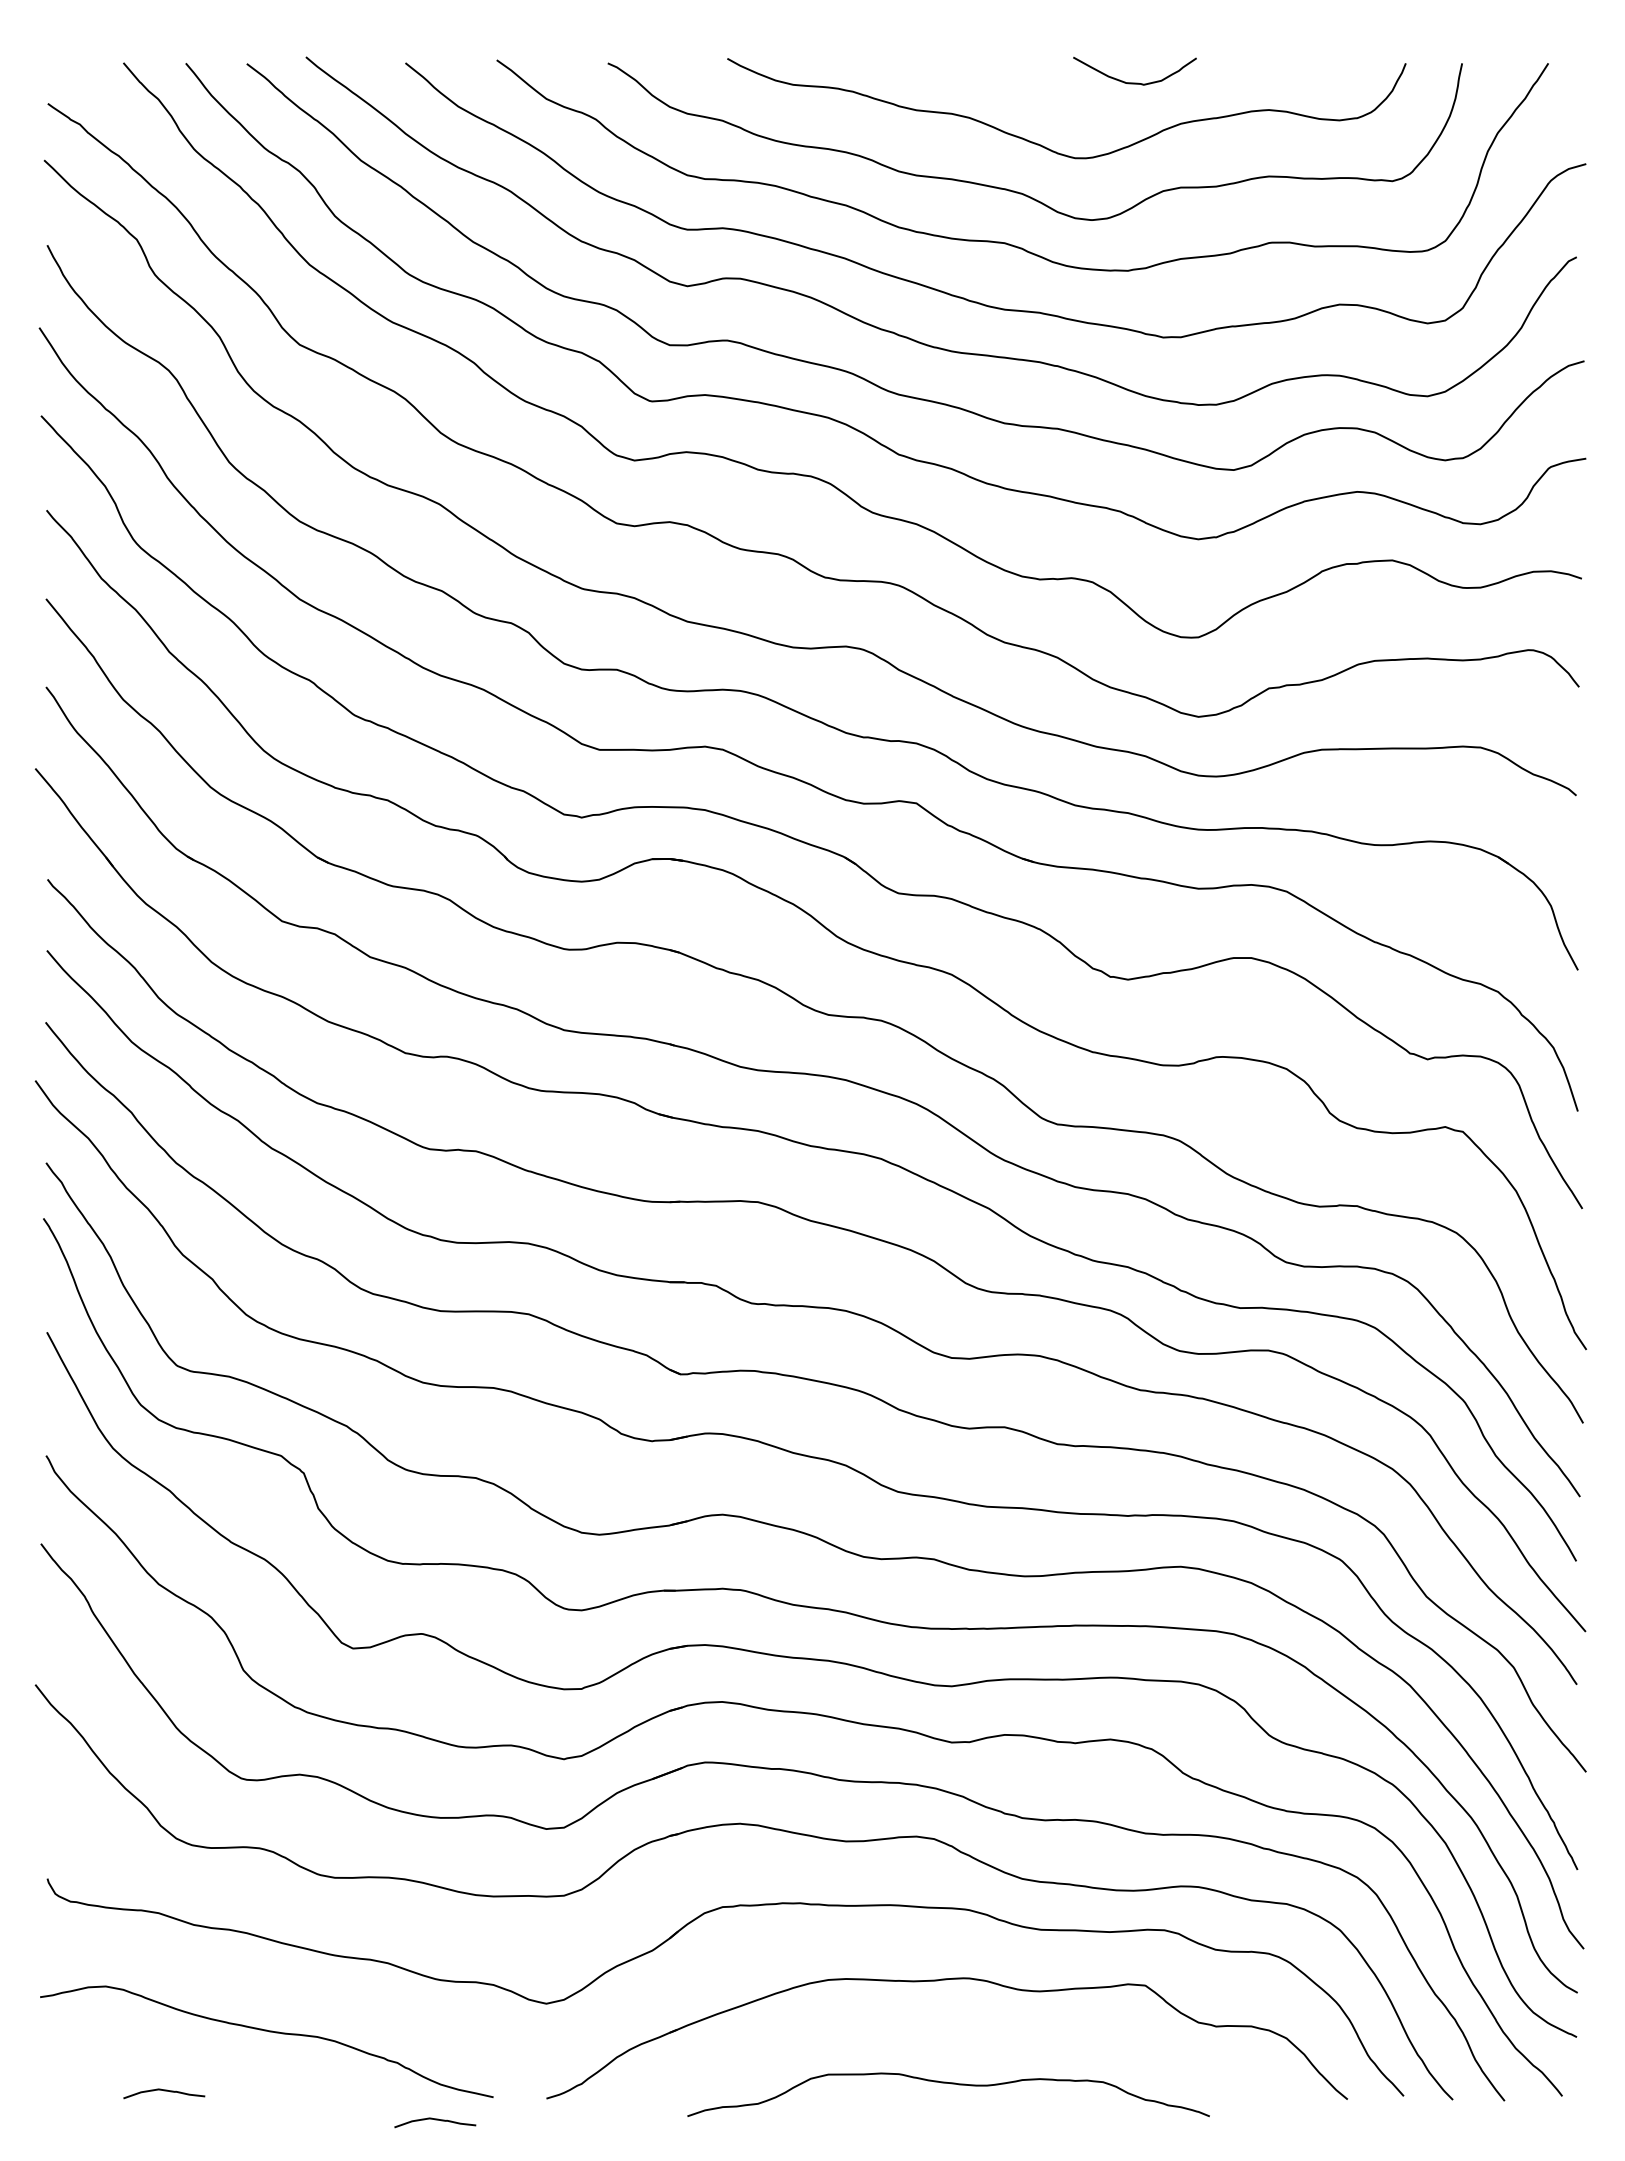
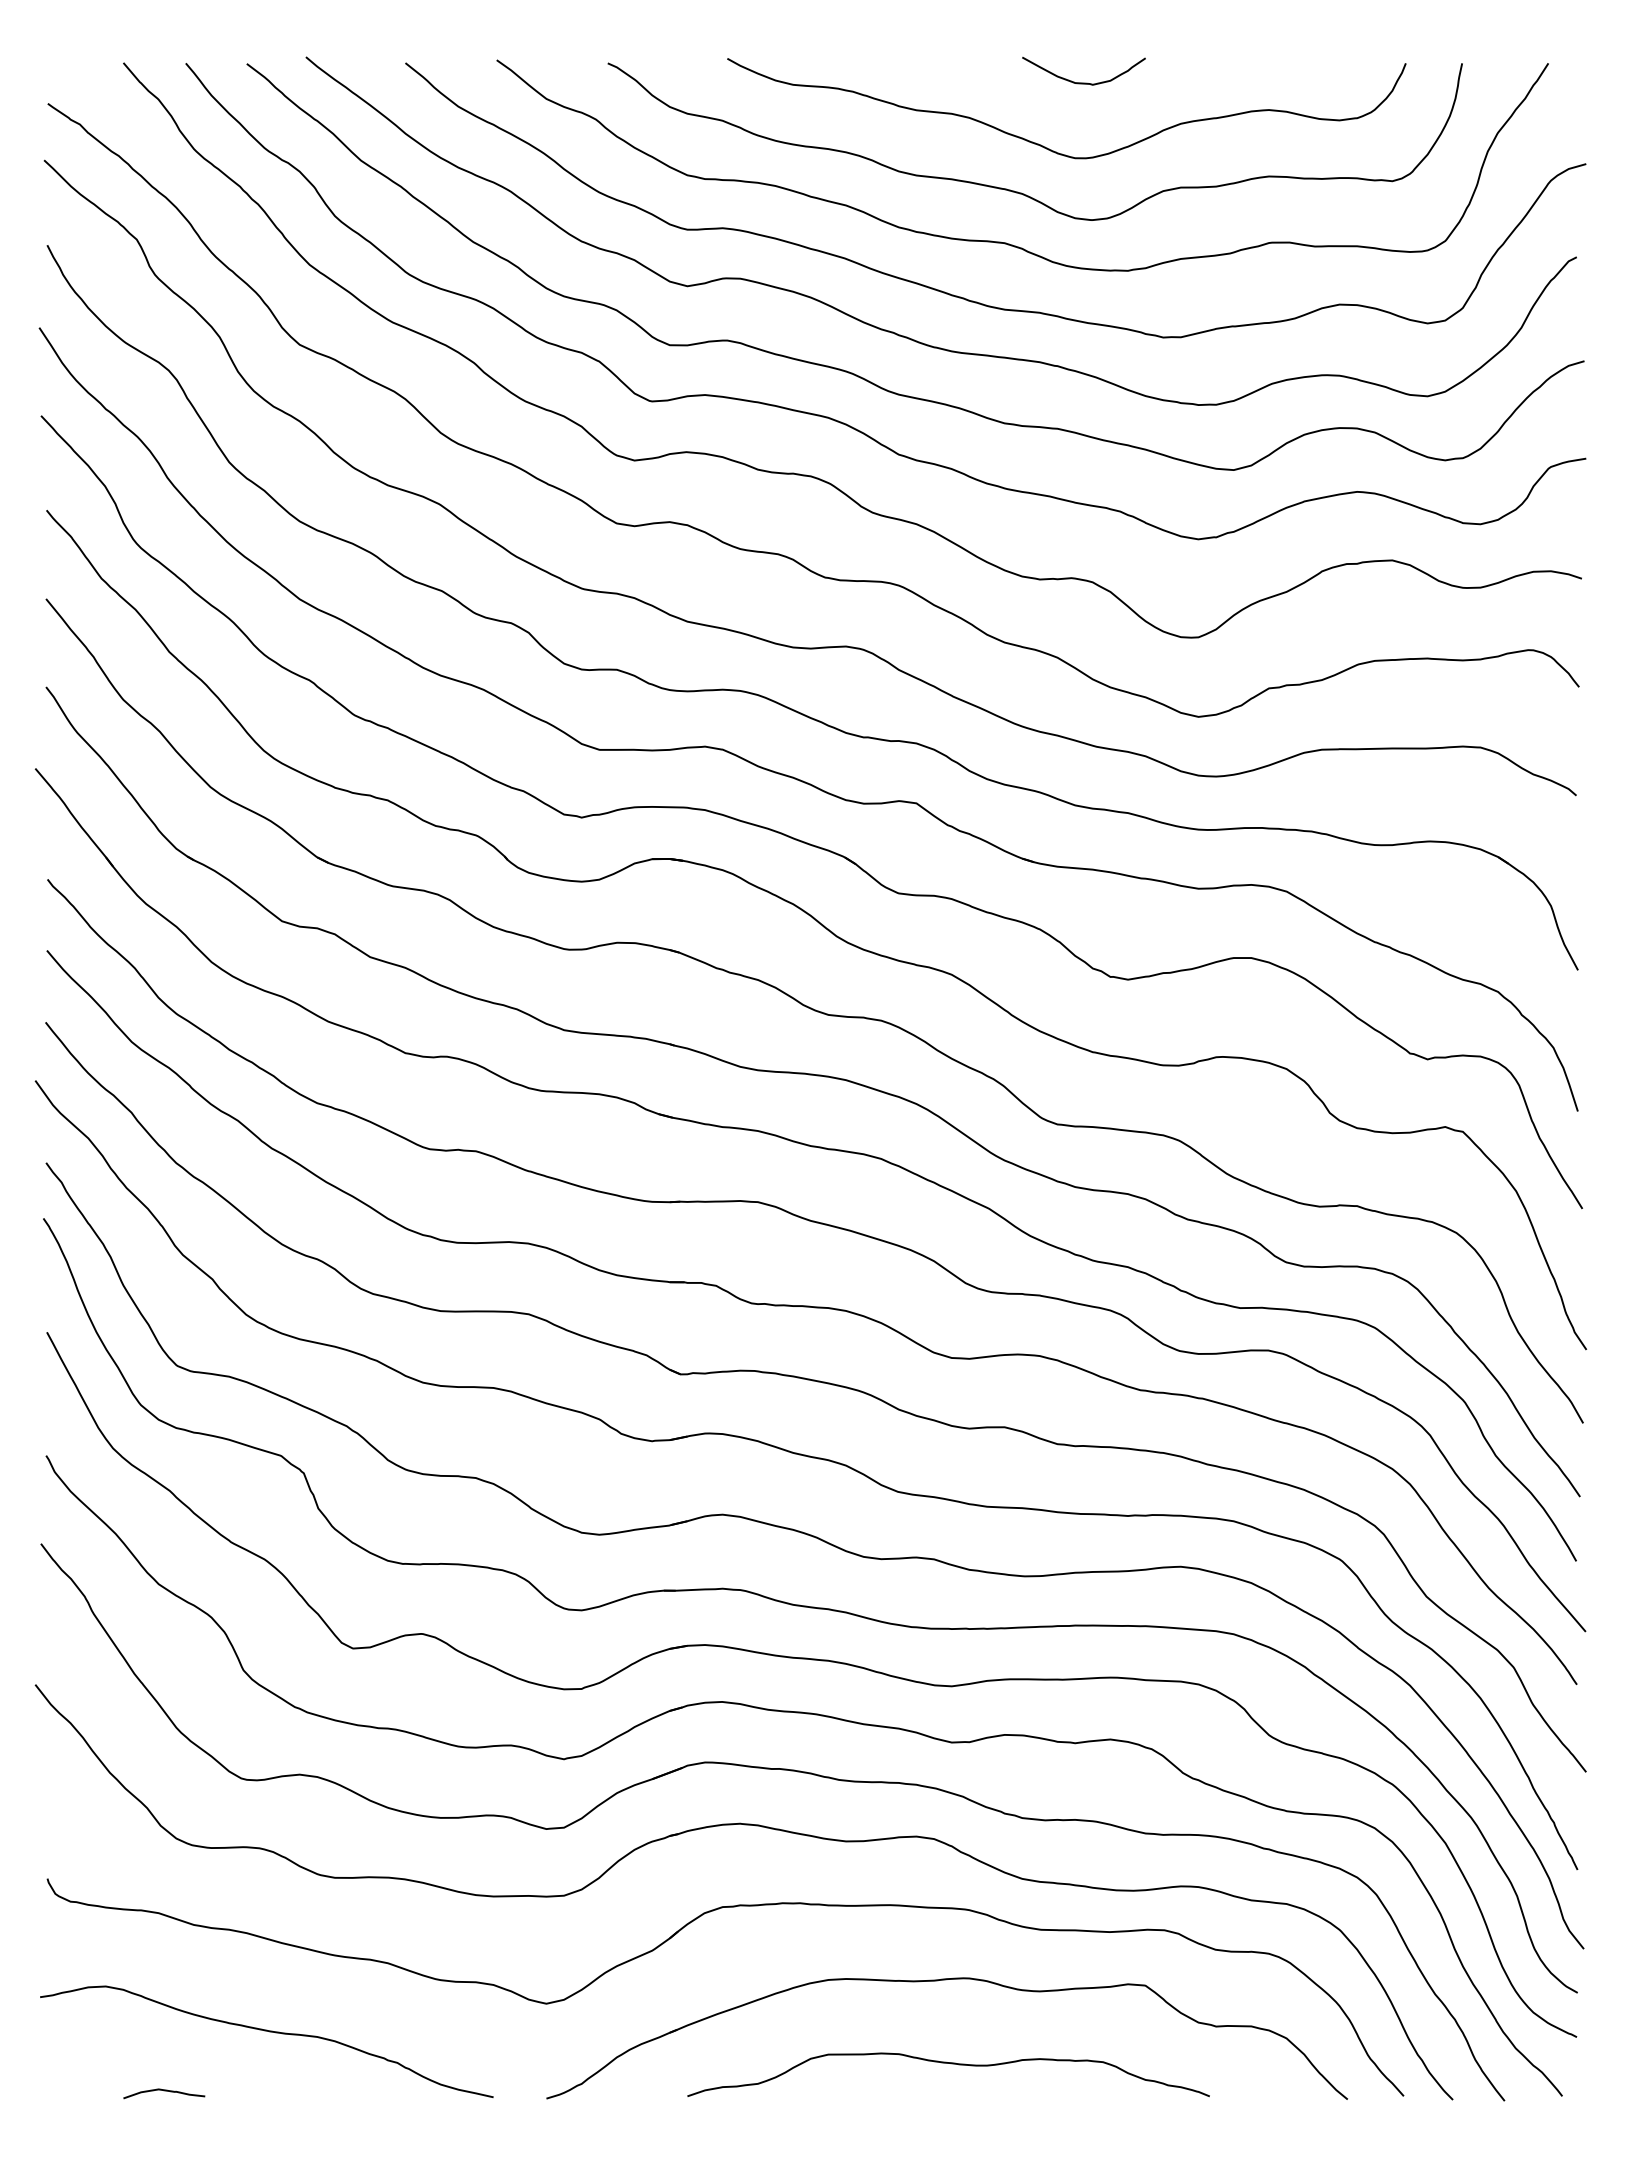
curve at (1134, 82) position: (1134, 82) -> (1083, 82)
curve at (951, 2084) position: (951, 2084) -> (951, 2064)
curve at (435, 2120): present -> none
